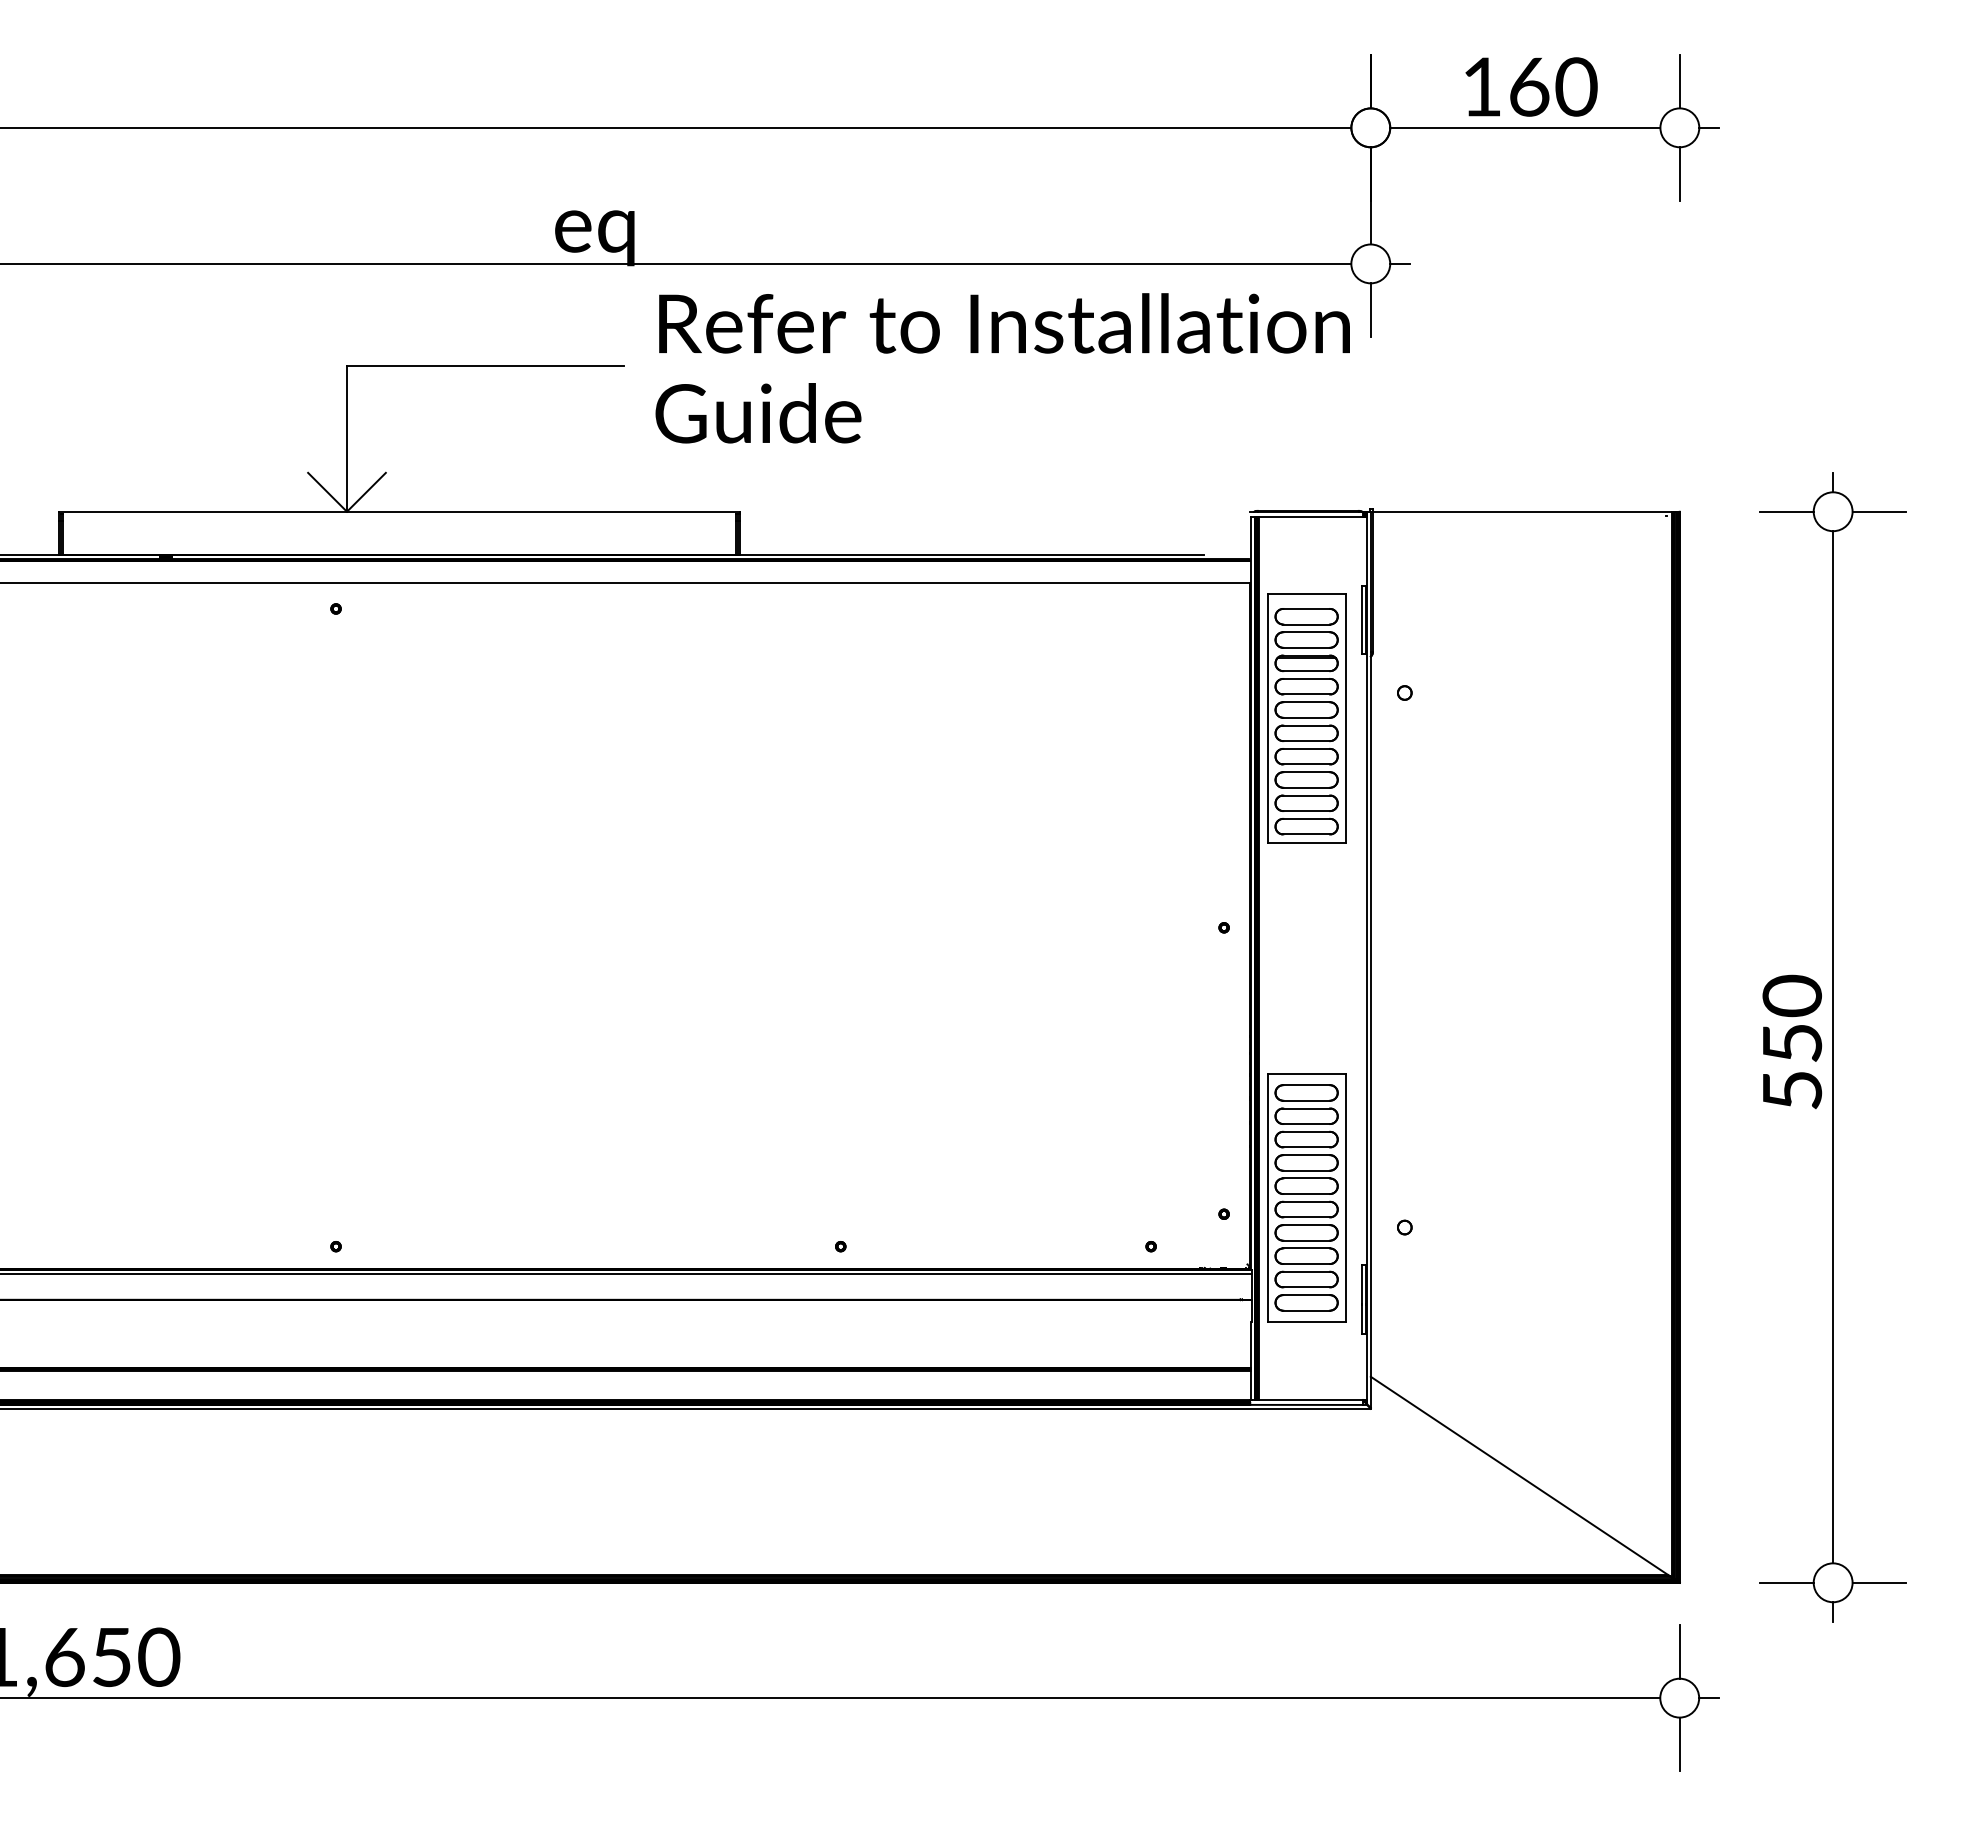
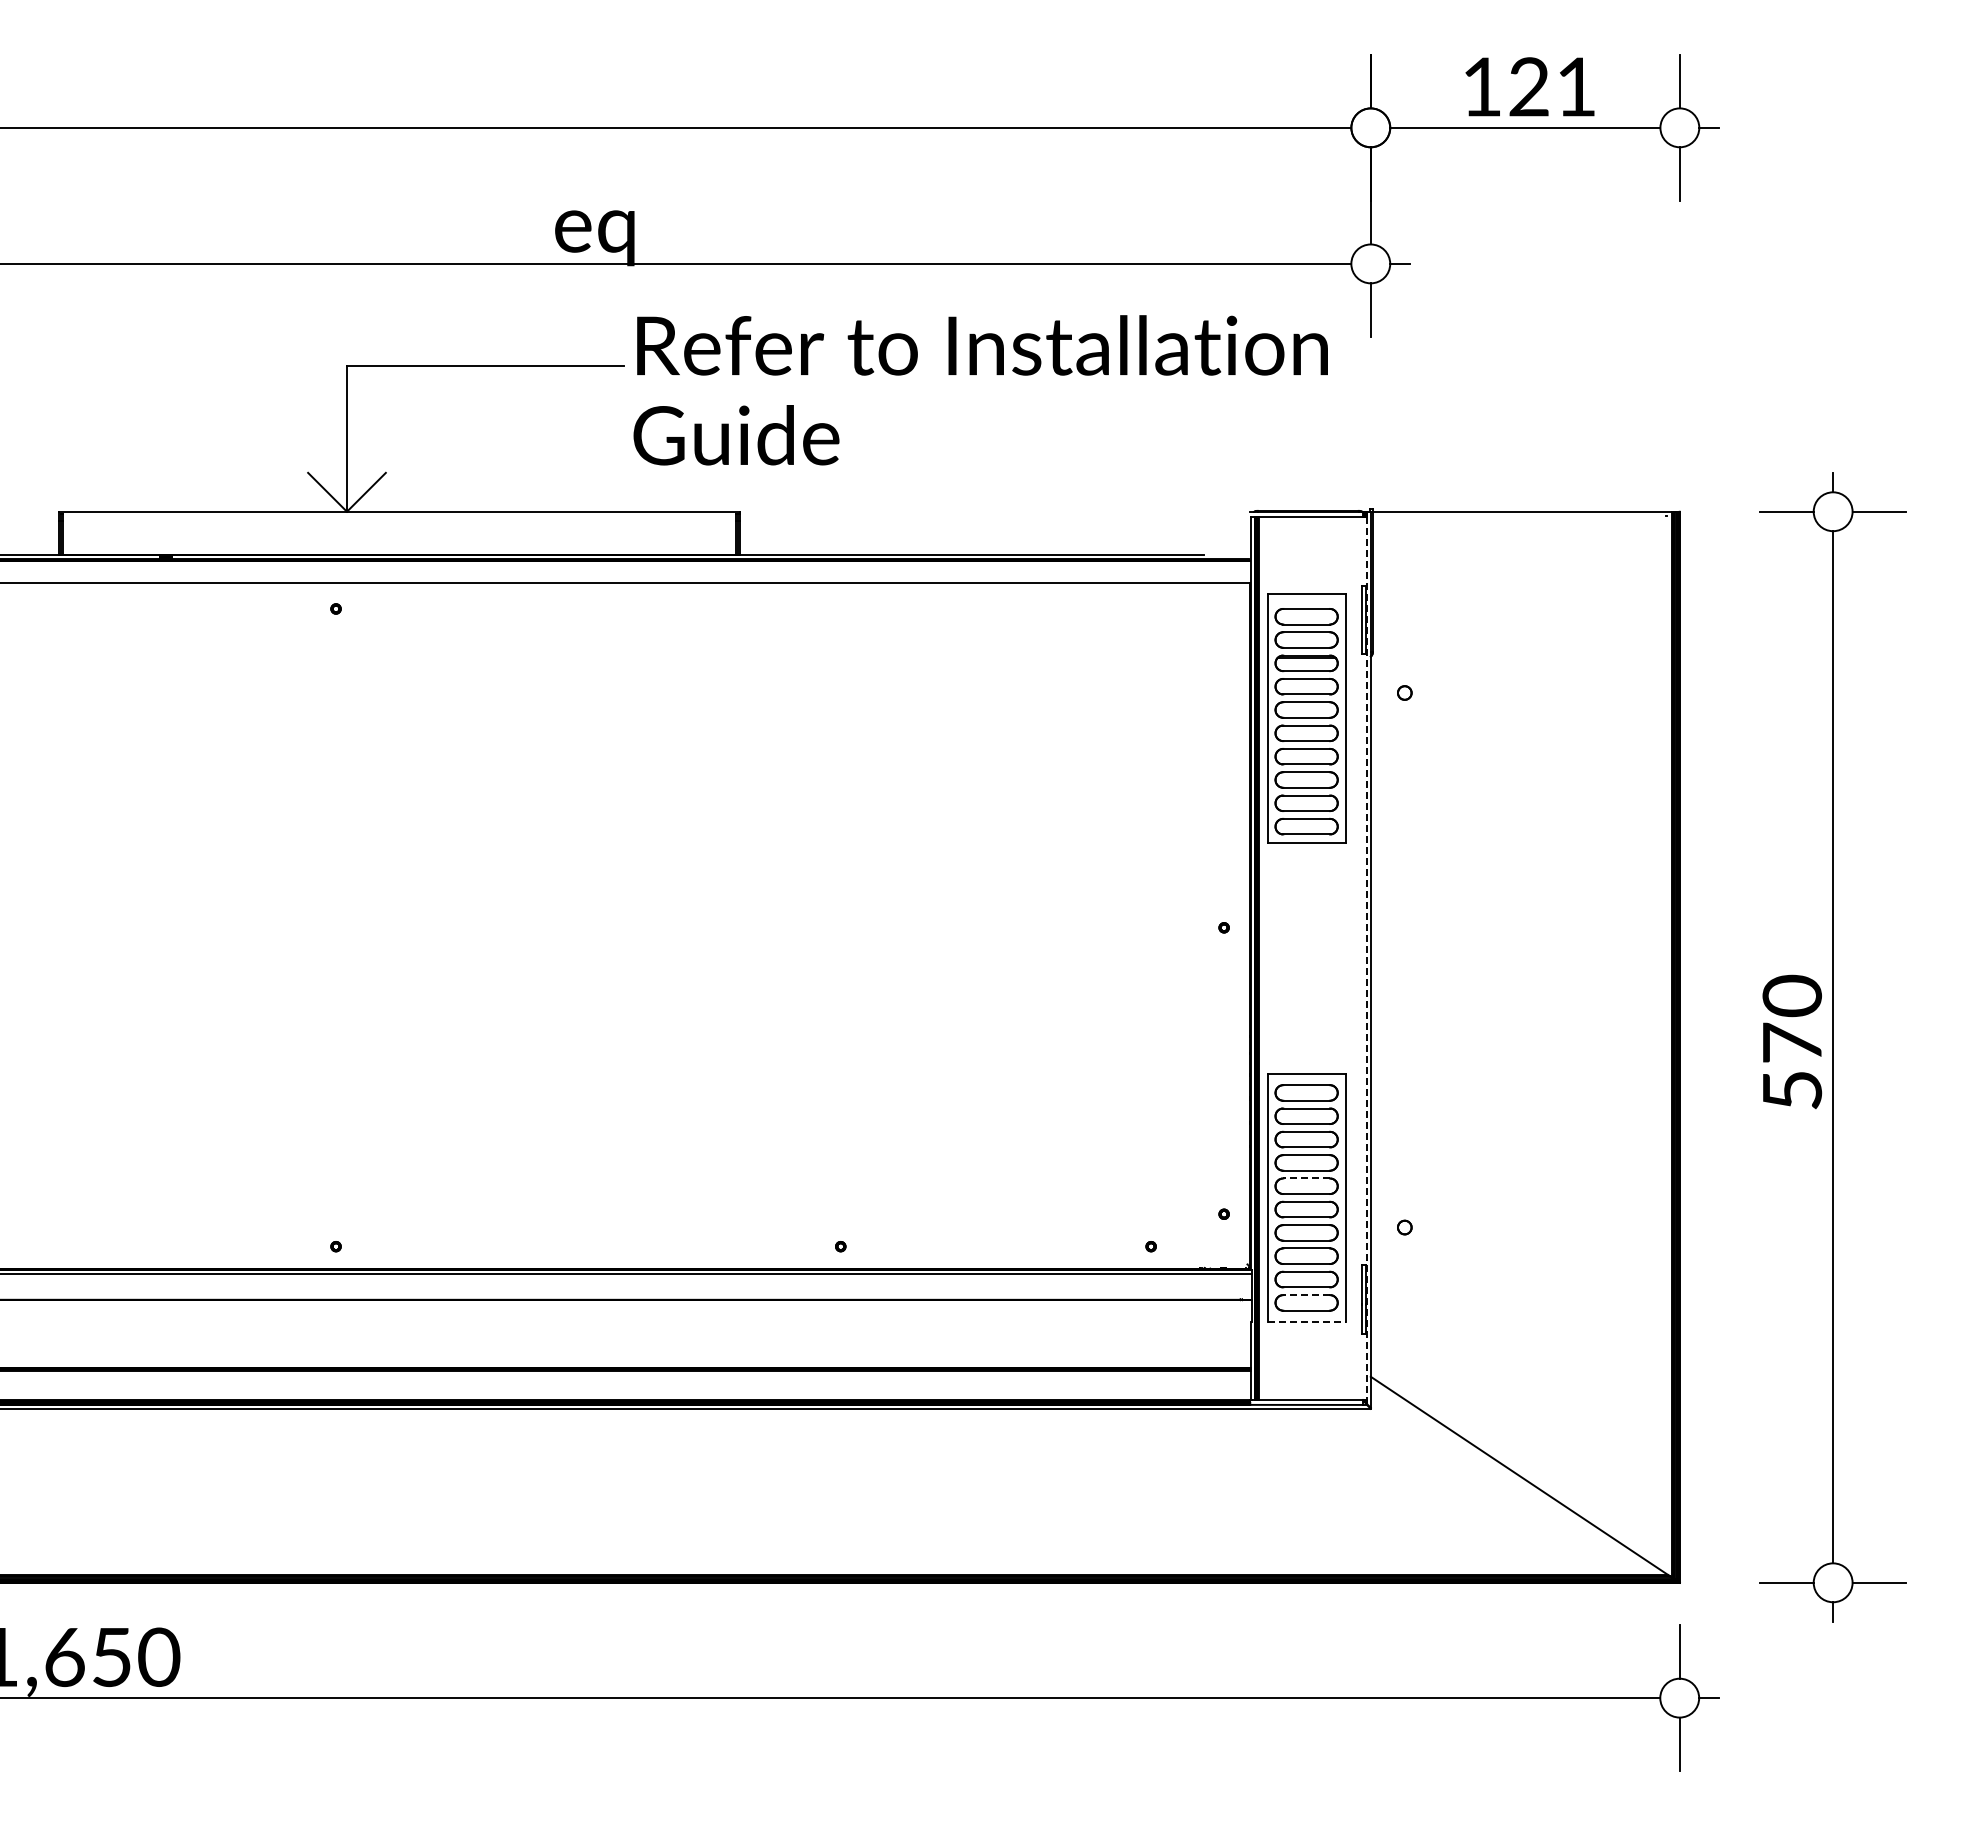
text at (1553, 86): 160 -> 121
text at (1002, 368) position: (1002, 368) -> (980, 390)
line at (1366, 958): solid -> dashed
text at (1792, 1042): 550 -> 570
line at (1306, 1178): solid -> dashed
line at (1306, 1295): solid -> dashed
line at (1306, 1322): solid -> dashed
